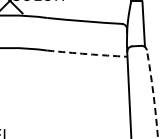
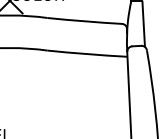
arc at (87, 54): dashed -> solid
arc at (153, 93): dashed -> solid
